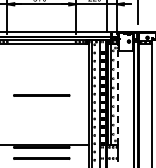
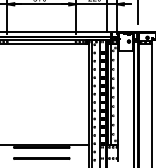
line at (118, 93): dashed -> solid
line at (41, 95): present -> none
